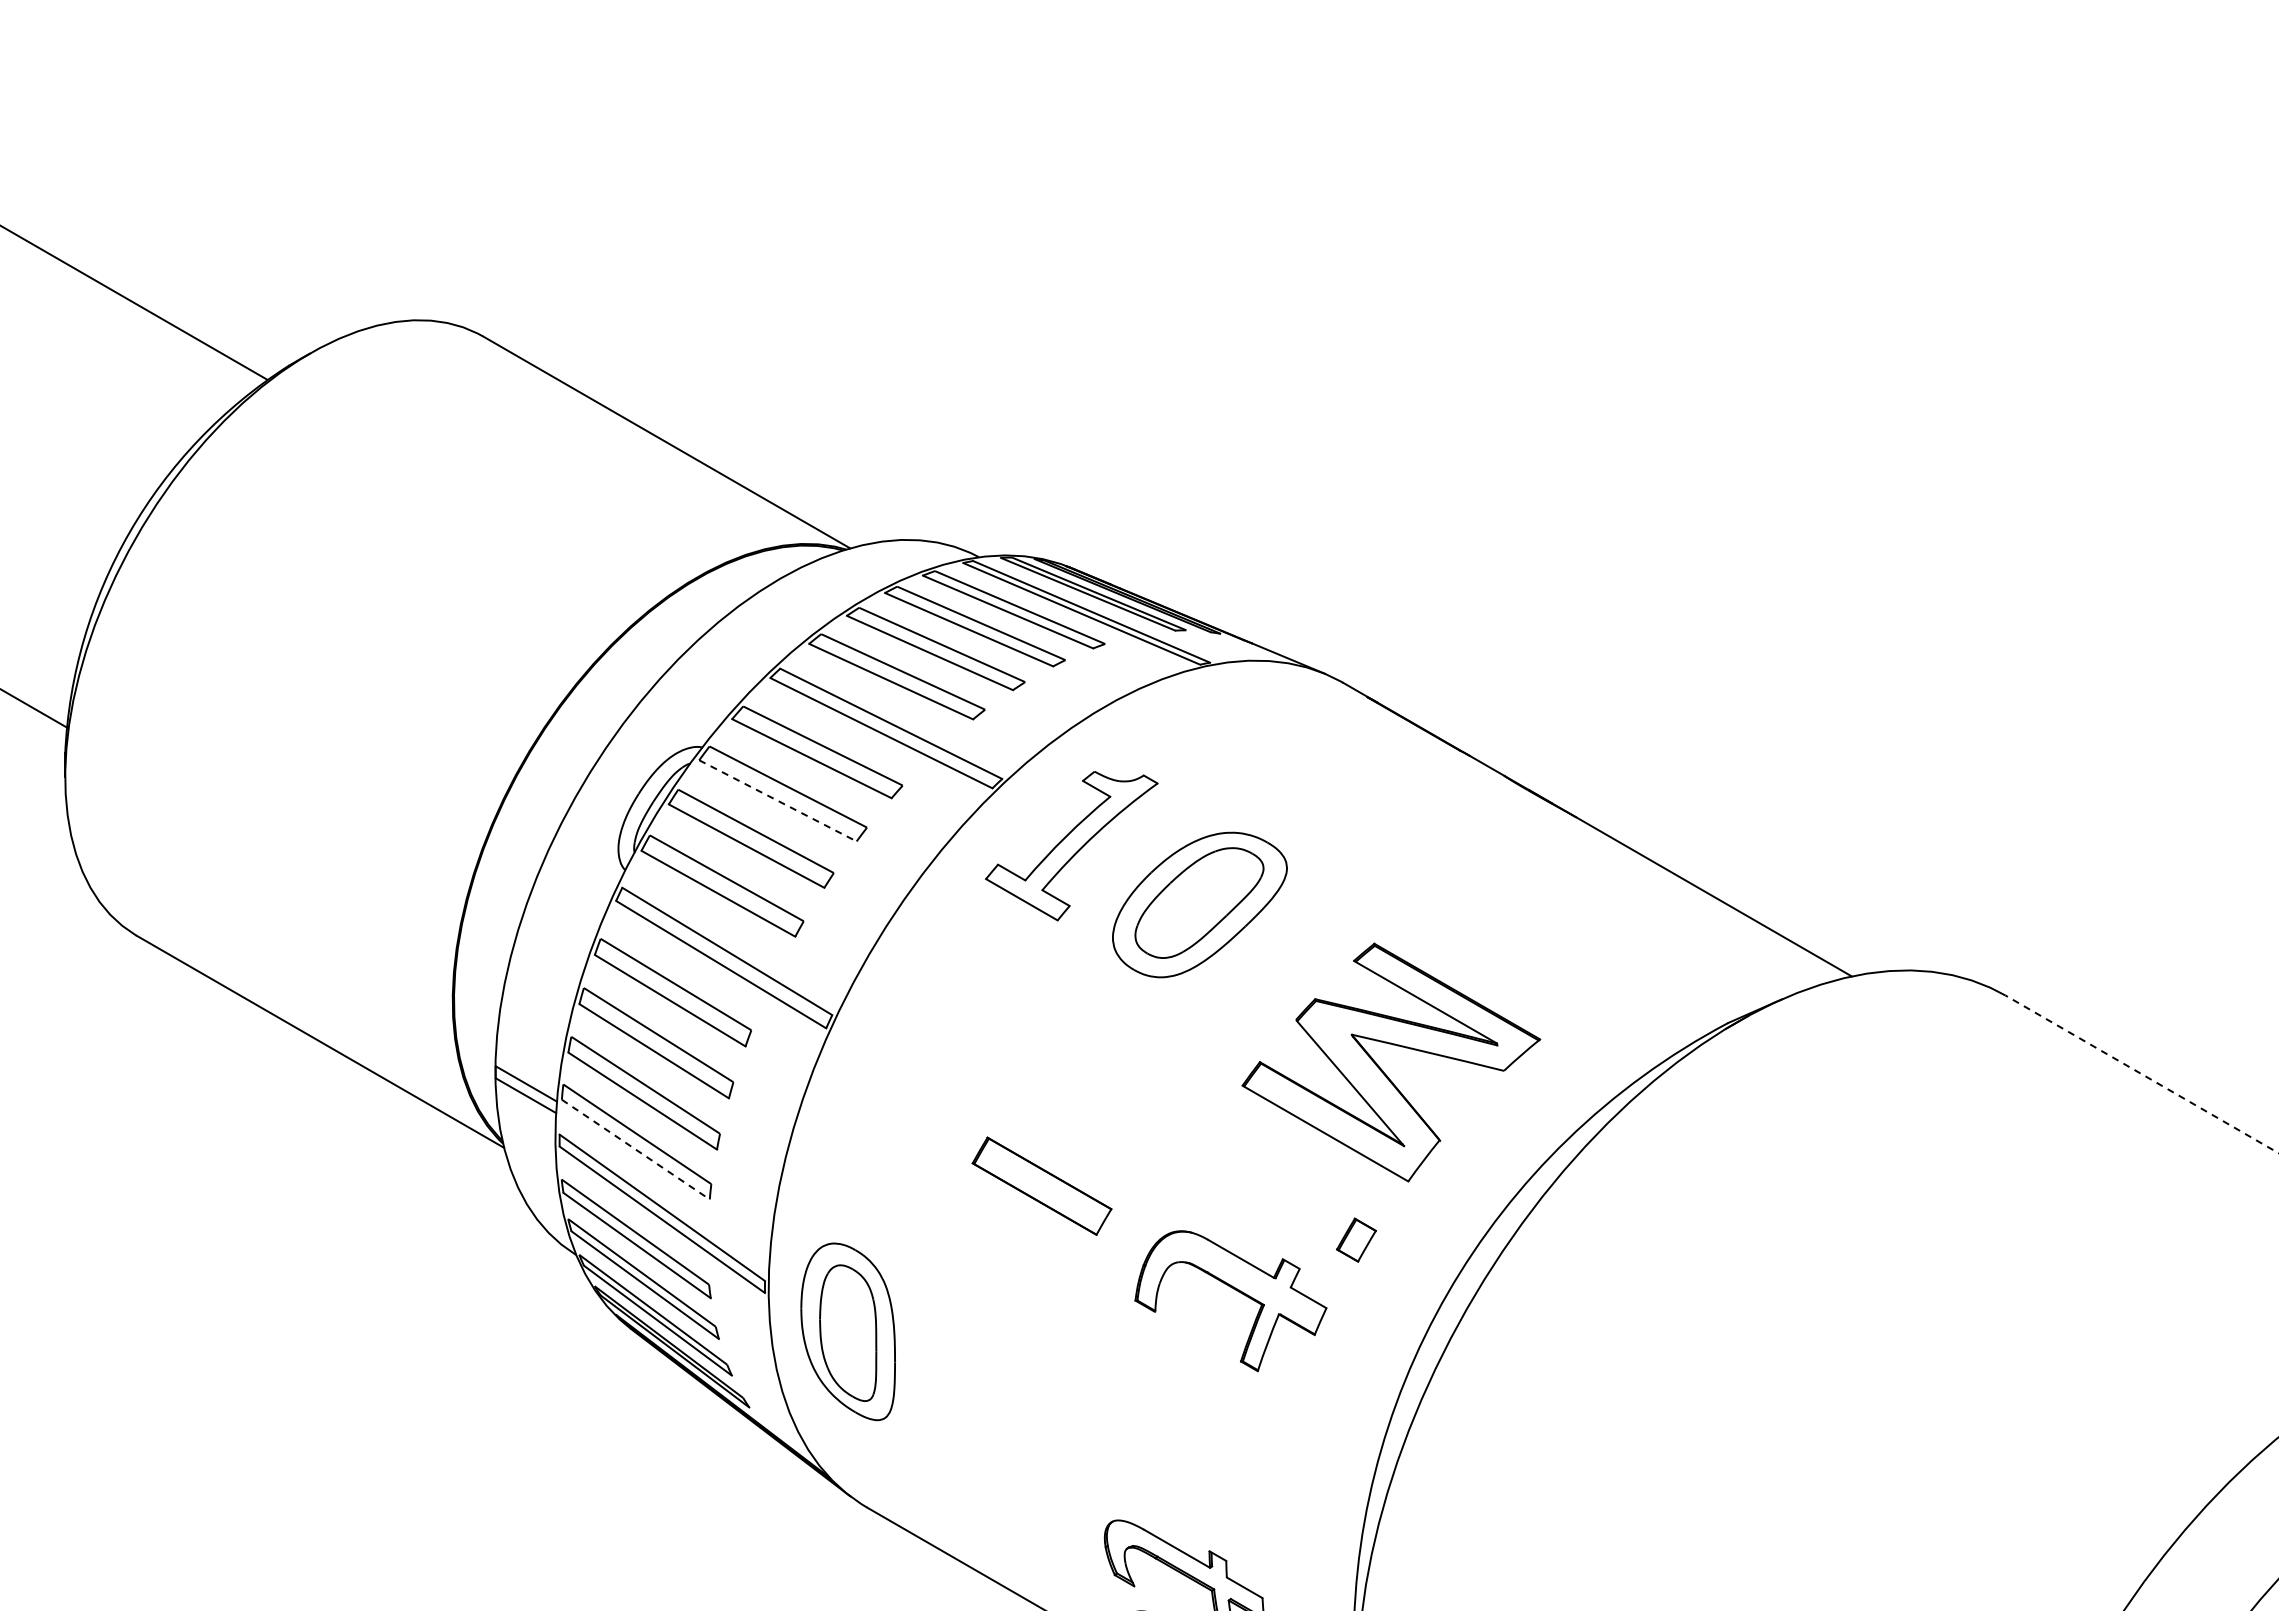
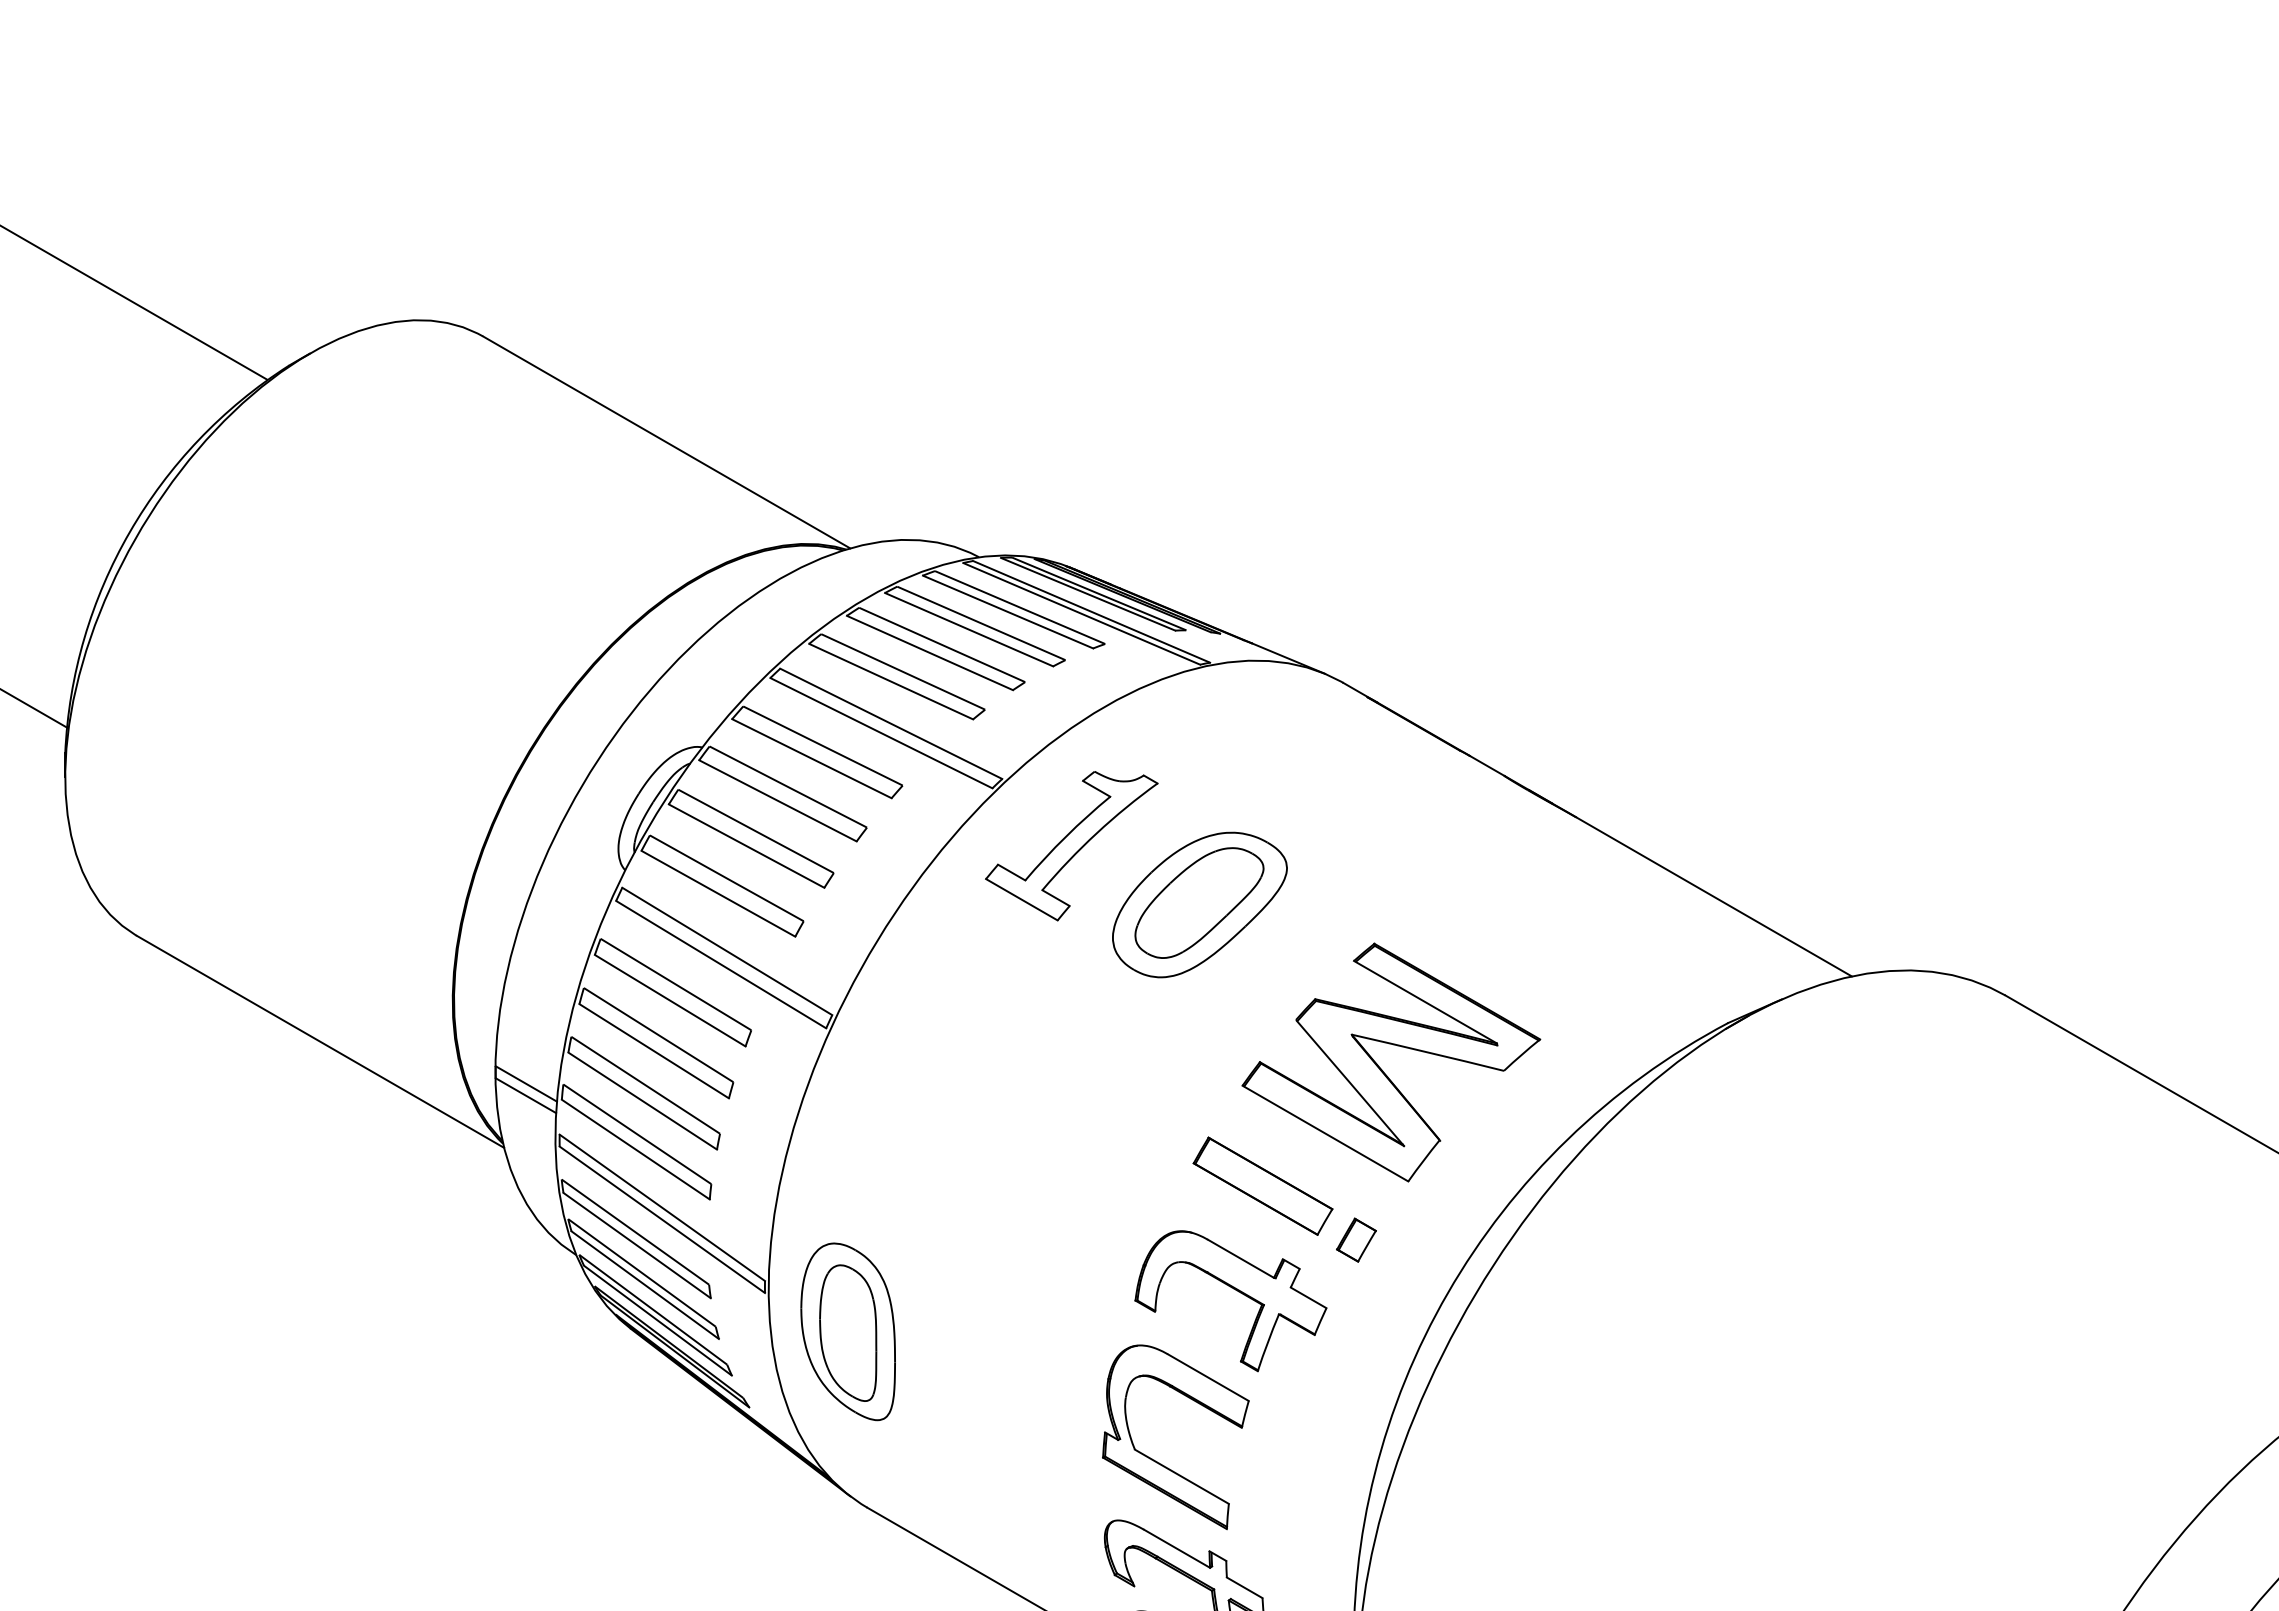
line at (777, 800): dashed -> solid
line at (2141, 1073): dashed -> solid
line at (636, 1149): dashed -> solid
part at (1041, 1185) position: (1041, 1185) -> (1262, 1185)
part at (1161, 1463): none -> present
